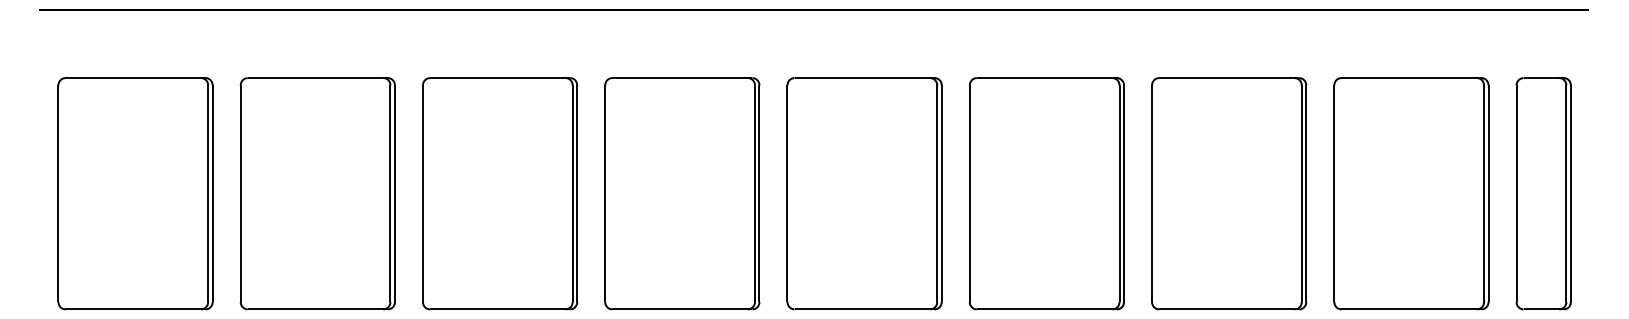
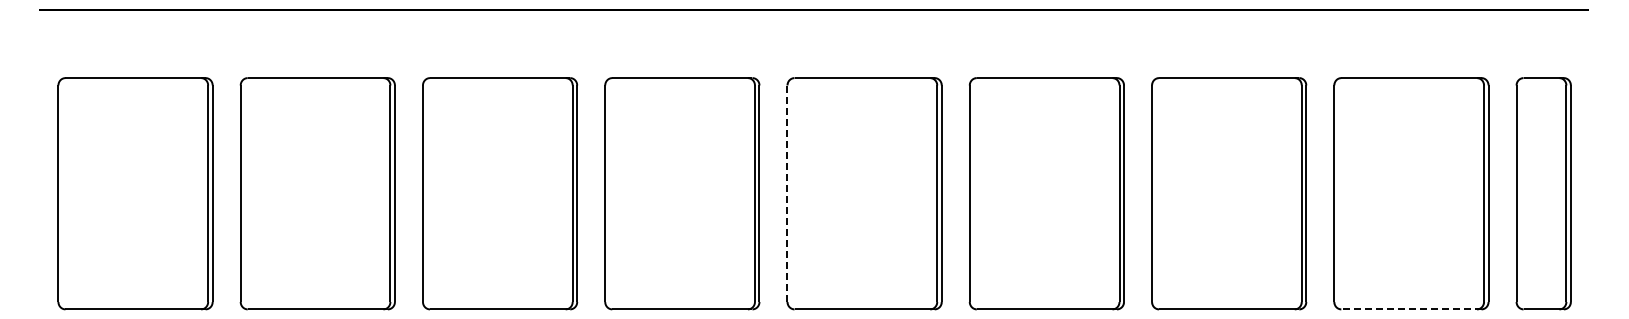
line at (787, 193): solid -> dashed
line at (1410, 309): solid -> dashed
